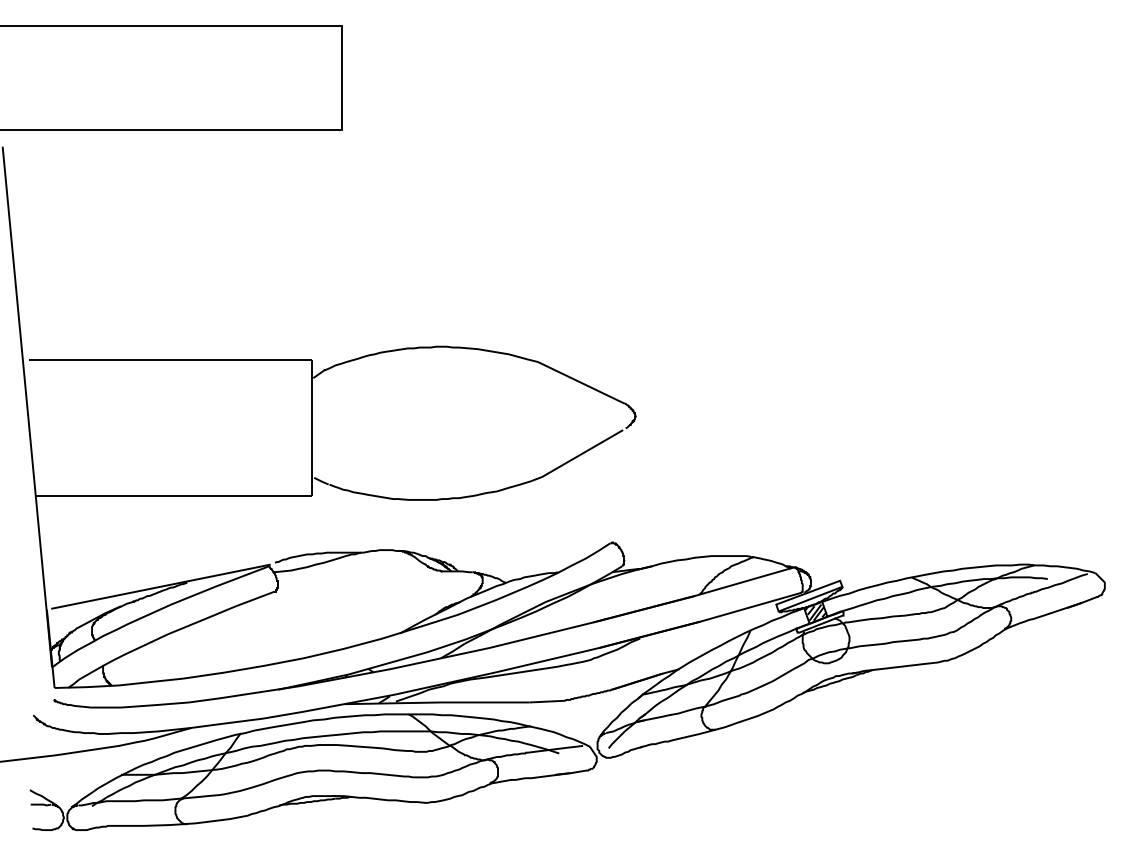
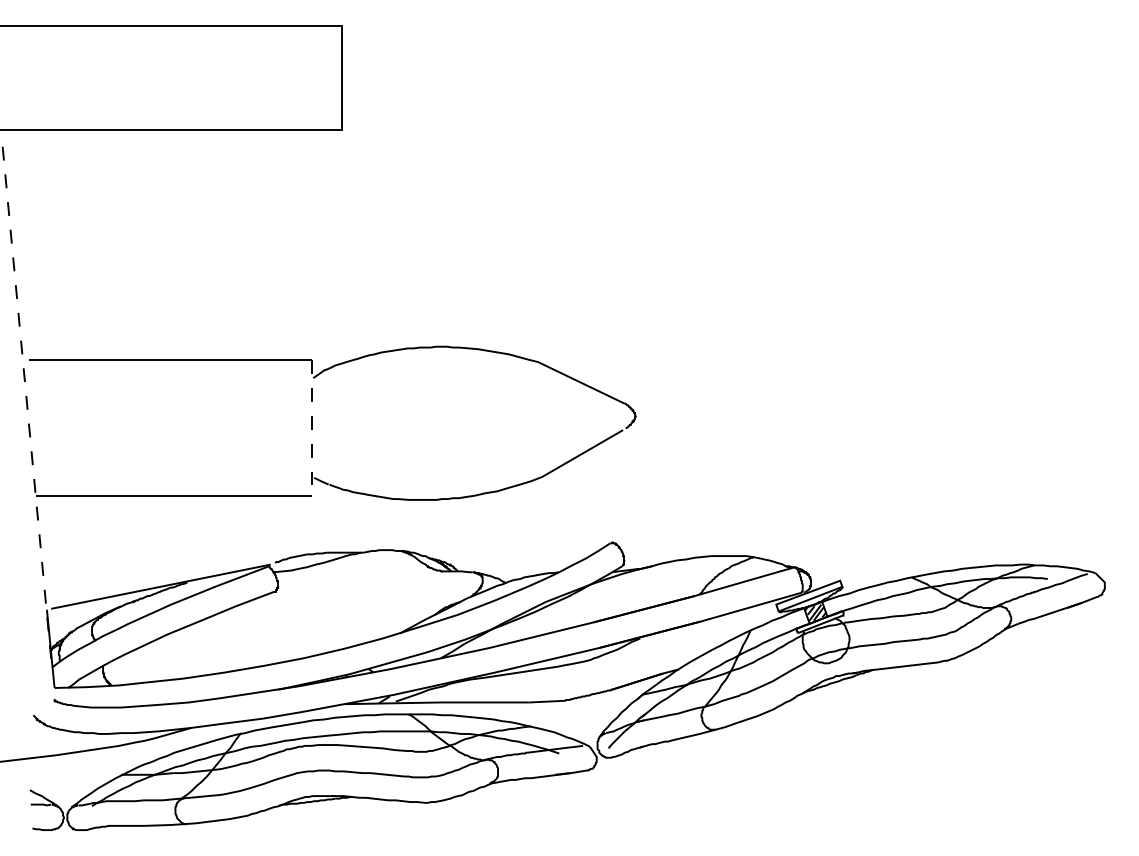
line at (27, 407): solid -> dashed
line at (311, 428): solid -> dashed
